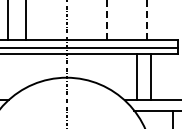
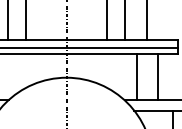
line at (106, 20): dashed -> solid
line at (146, 20): dashed -> solid
line at (125, 21): none -> present
line at (151, 77) position: (151, 77) -> (158, 77)
